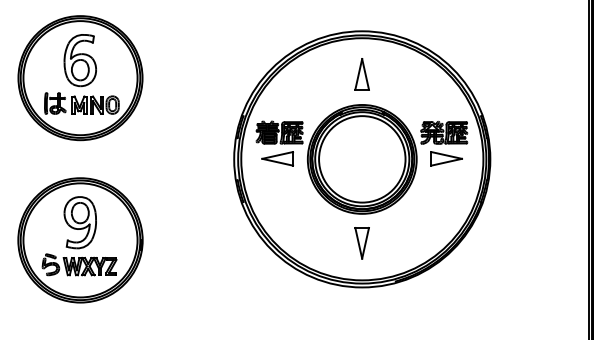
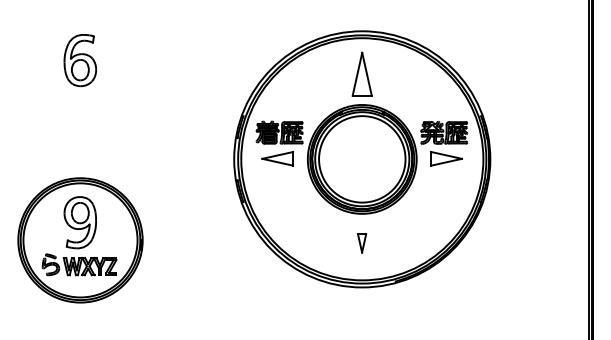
part at (361, 74) size: 16x33 px -> 22x46 px
part at (80, 78): present -> none
part at (361, 243) size: 16x33 px -> 11x21 px
